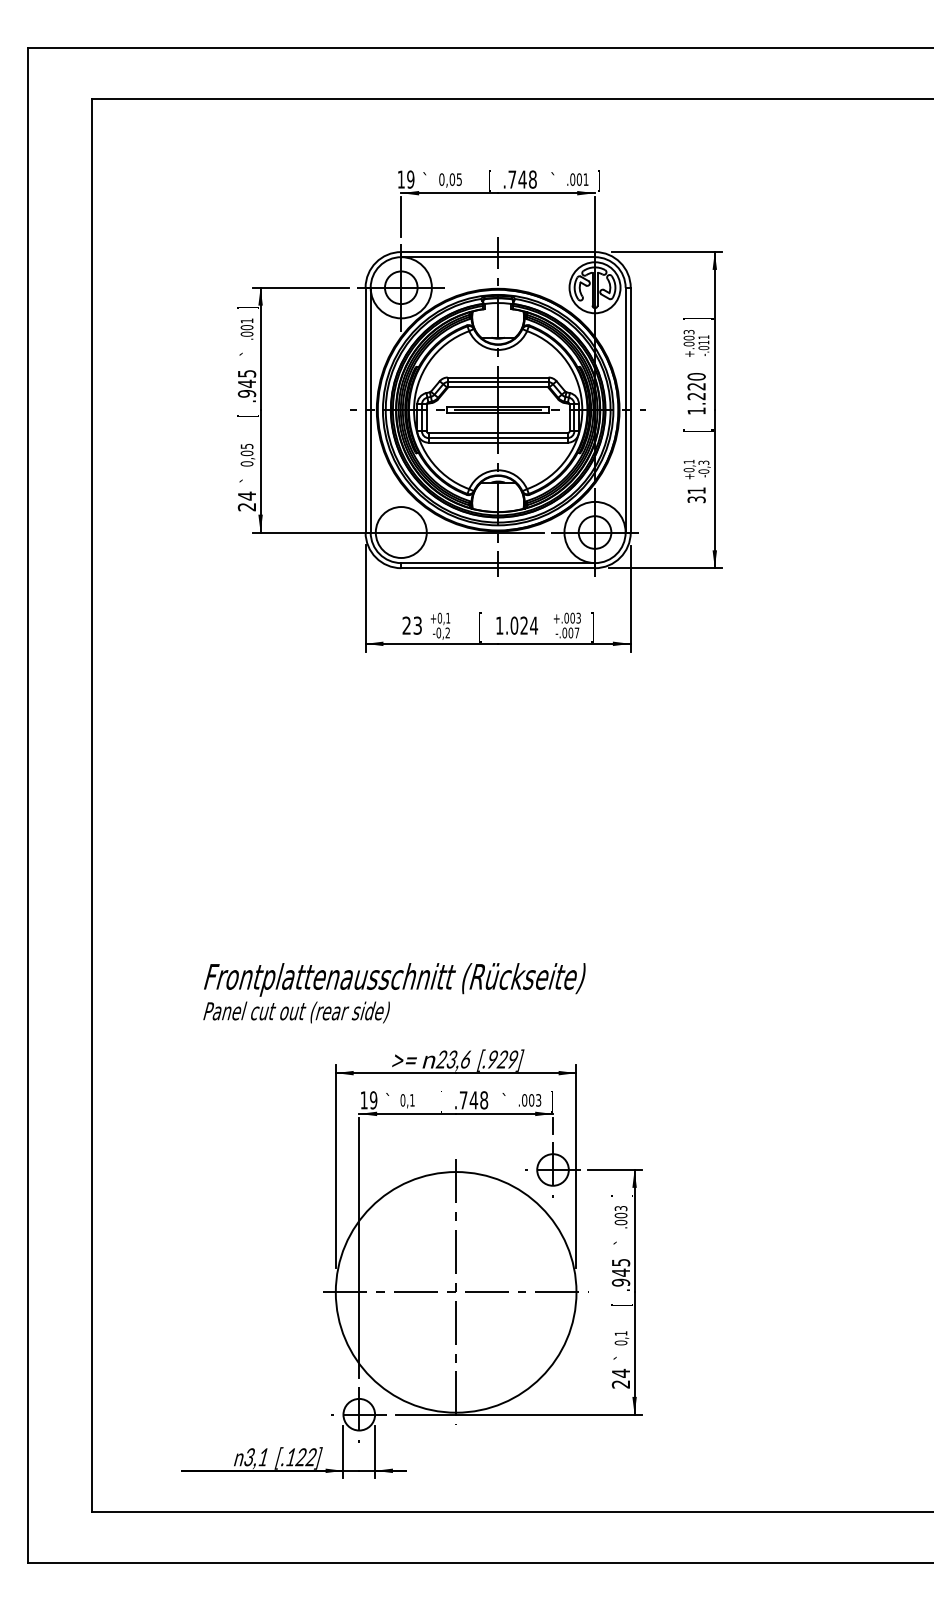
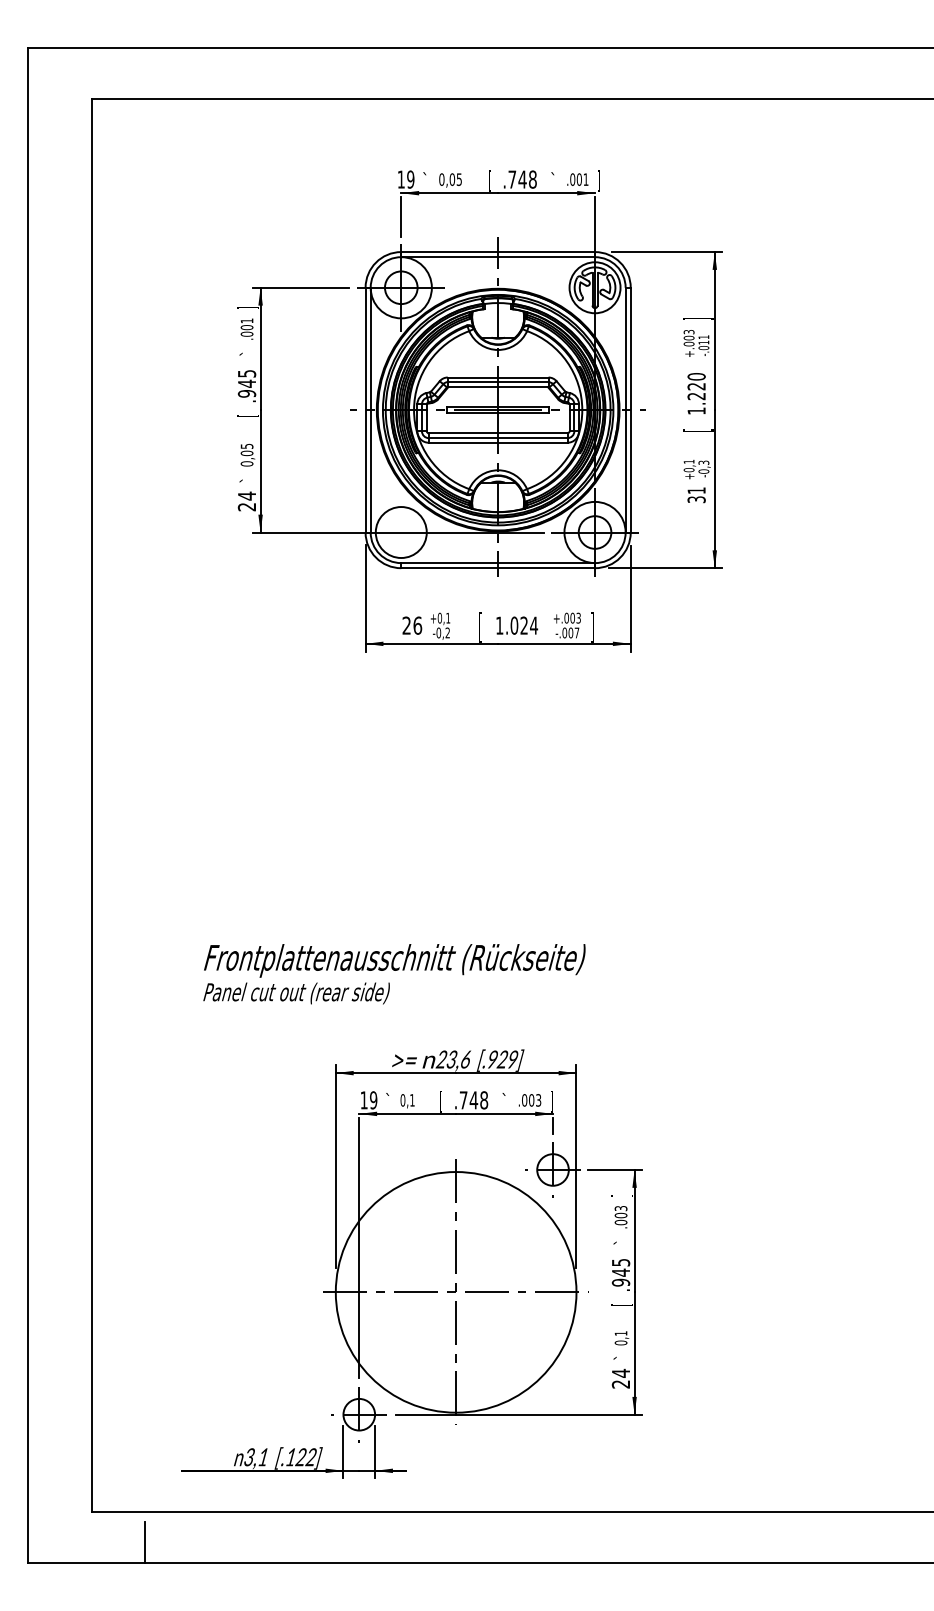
text at (417, 625): 23 -> 26
text at (394, 993) position: (394, 993) -> (394, 974)
text at (440, 1101): ] -> [
line at (145, 1541): none -> present
